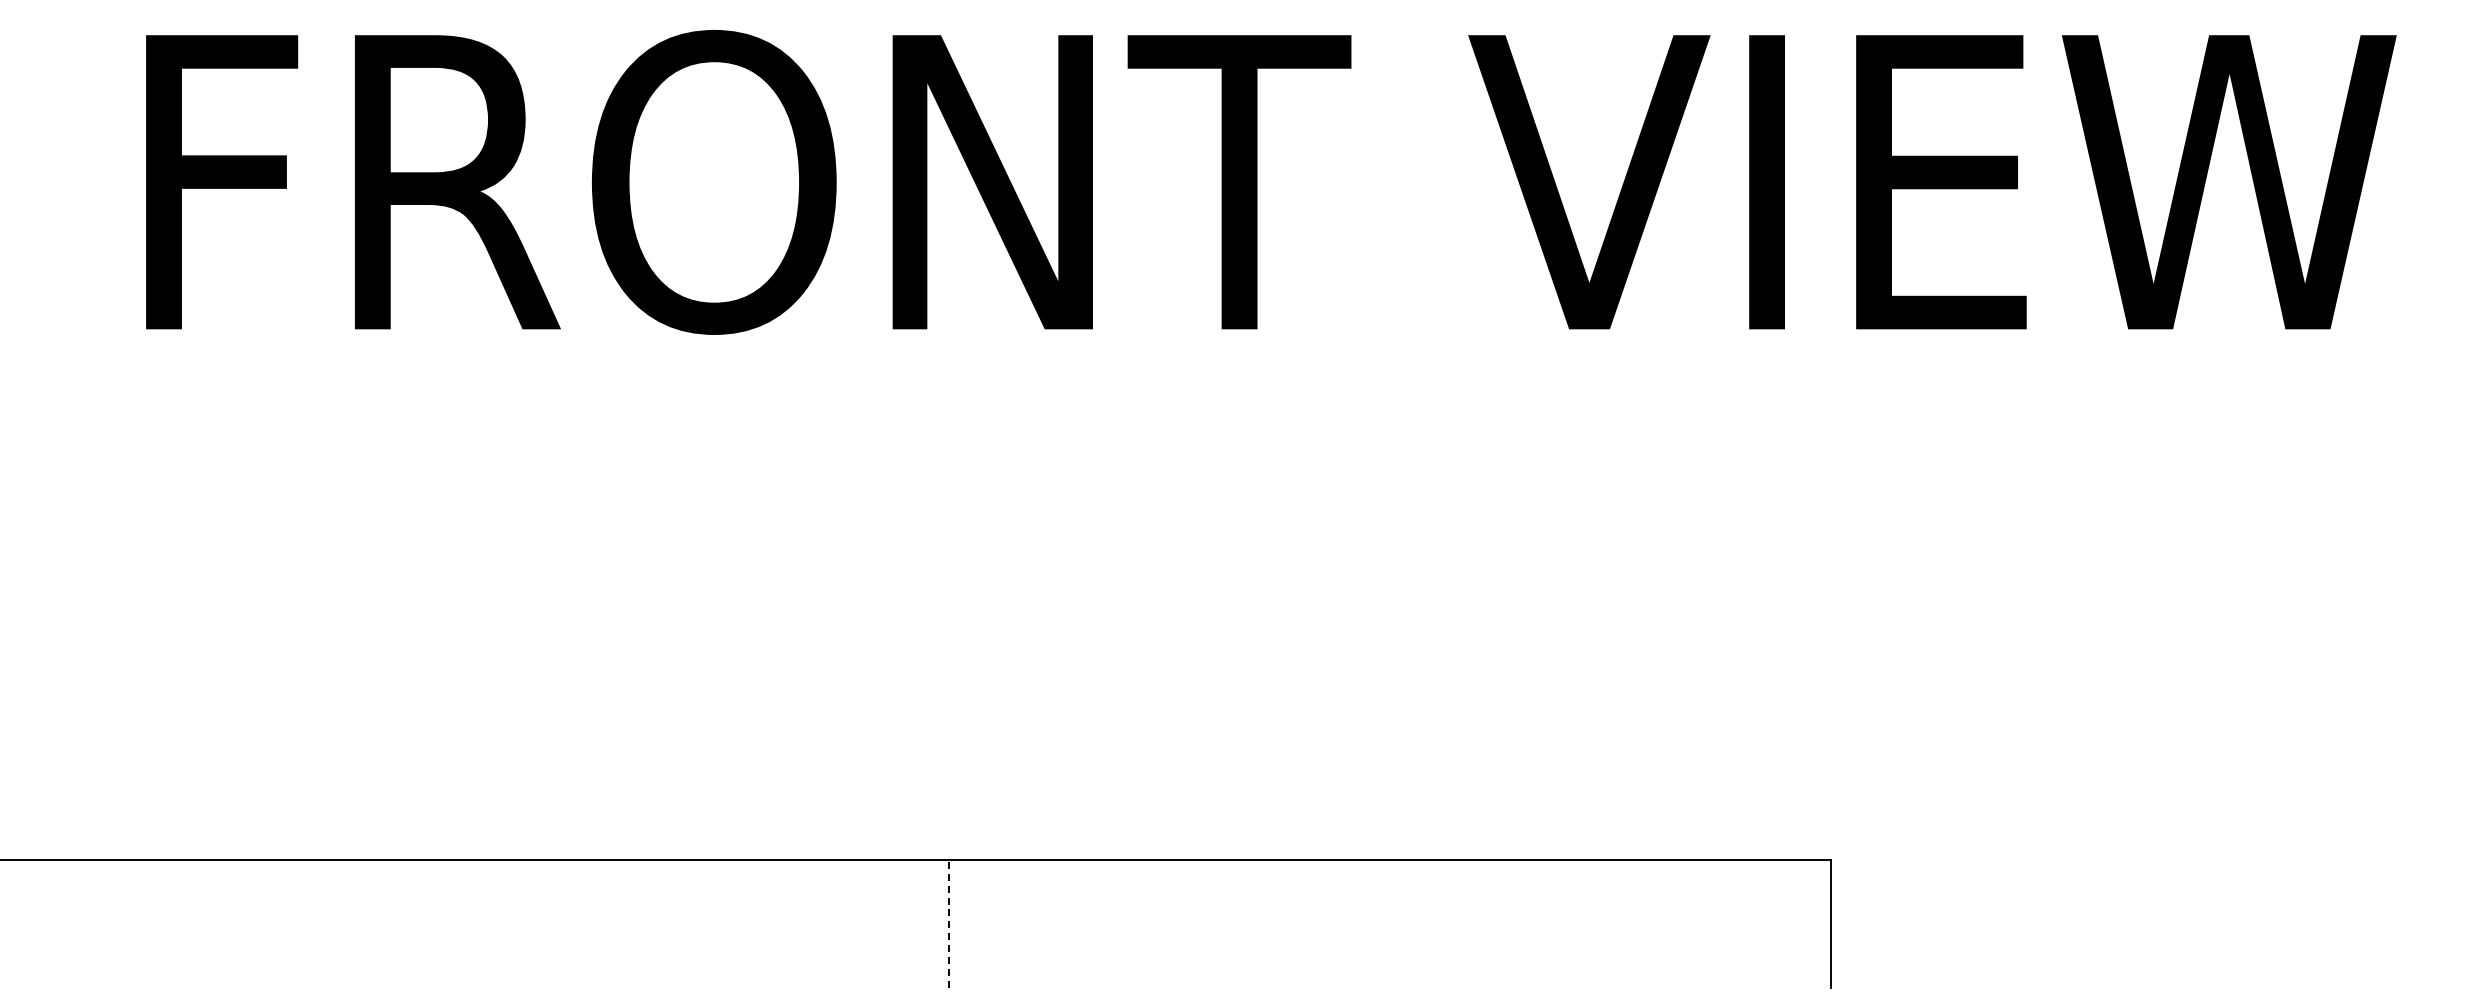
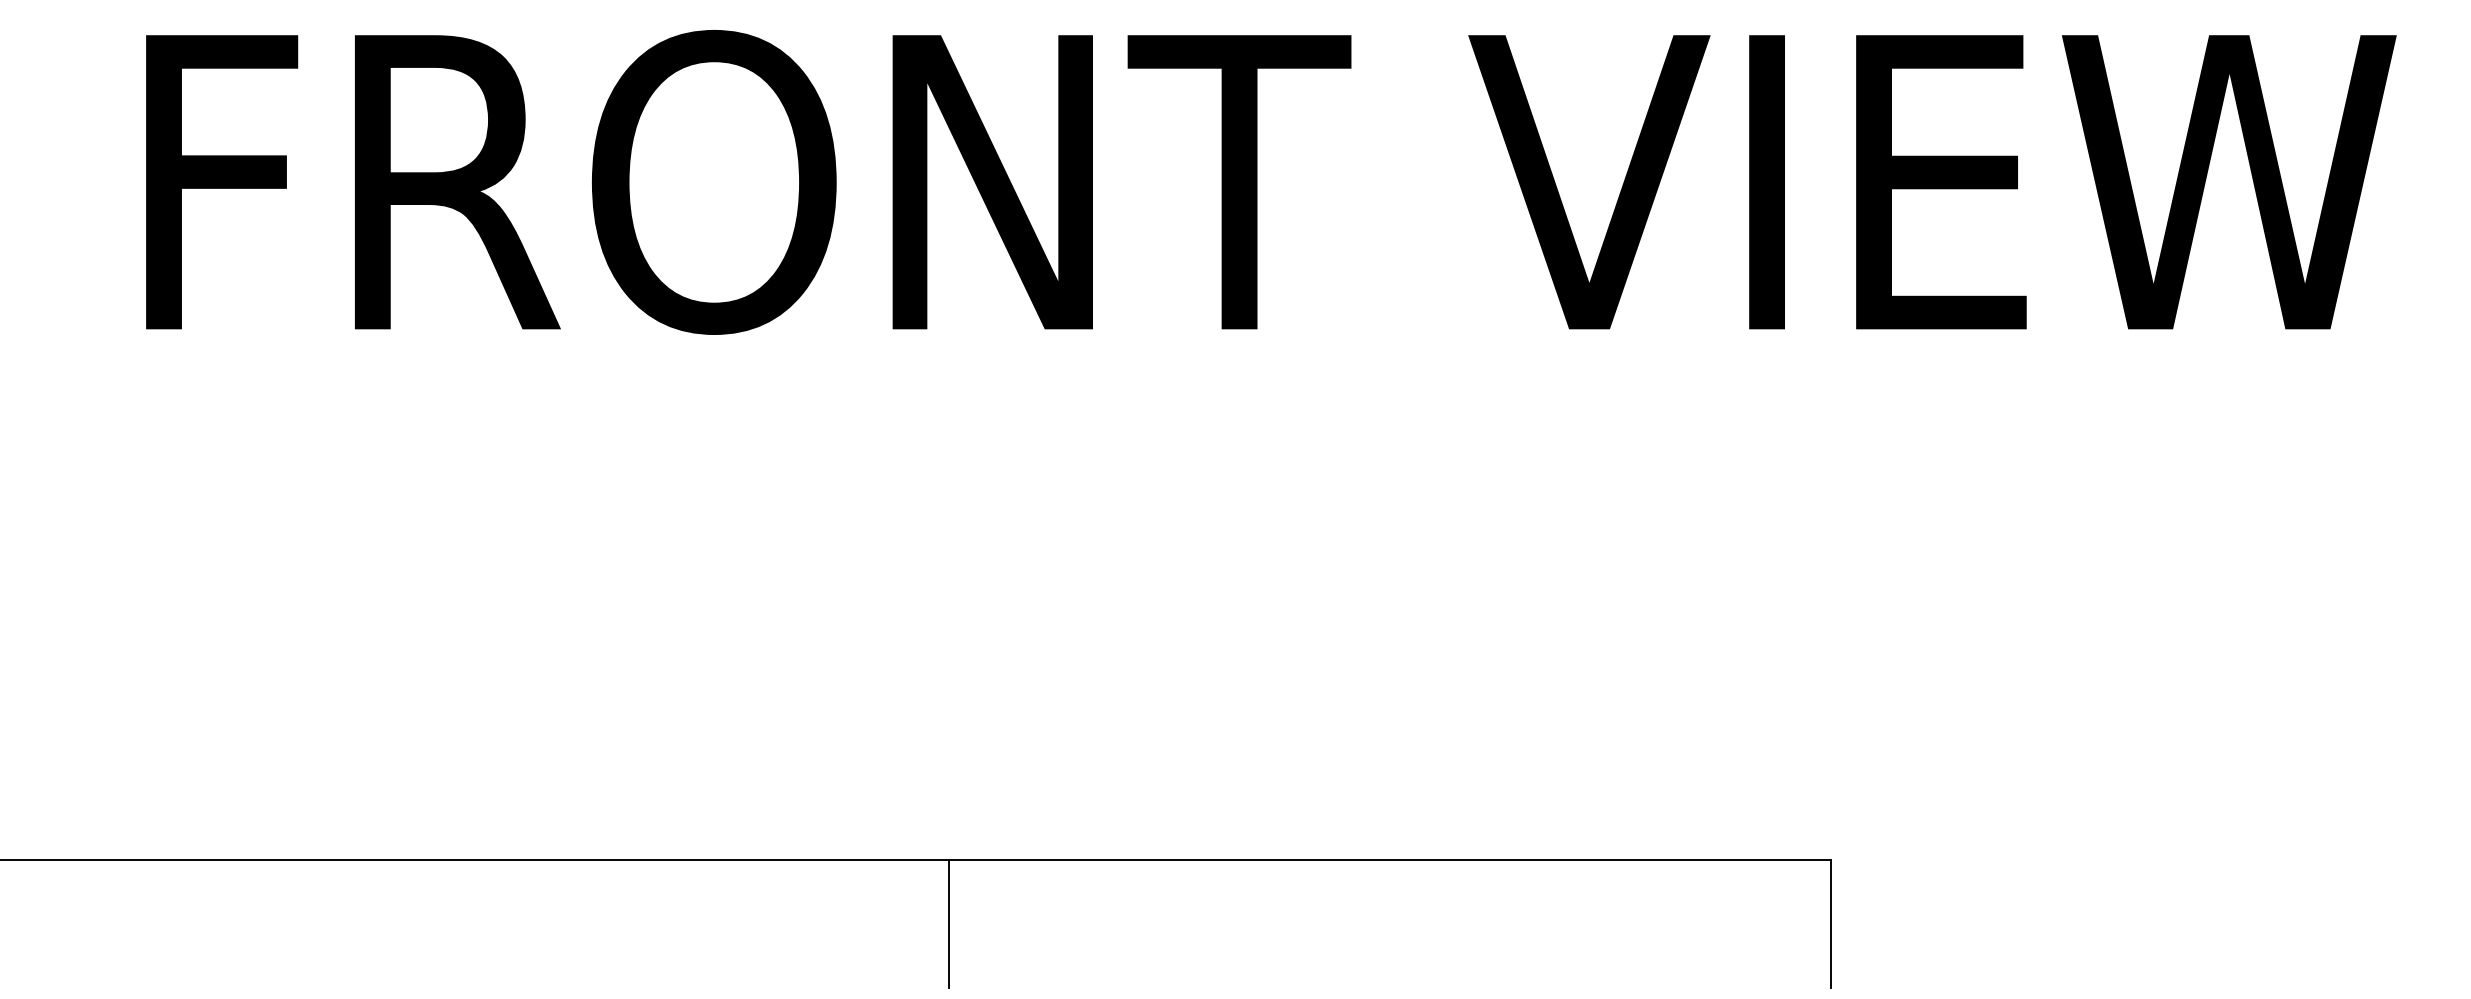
line at (948, 924): dashed -> solid
